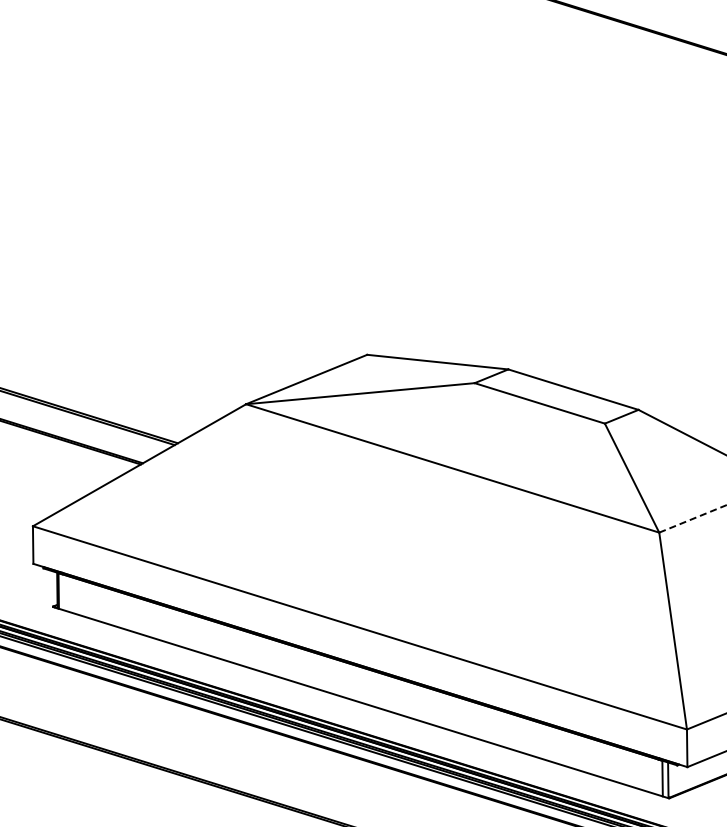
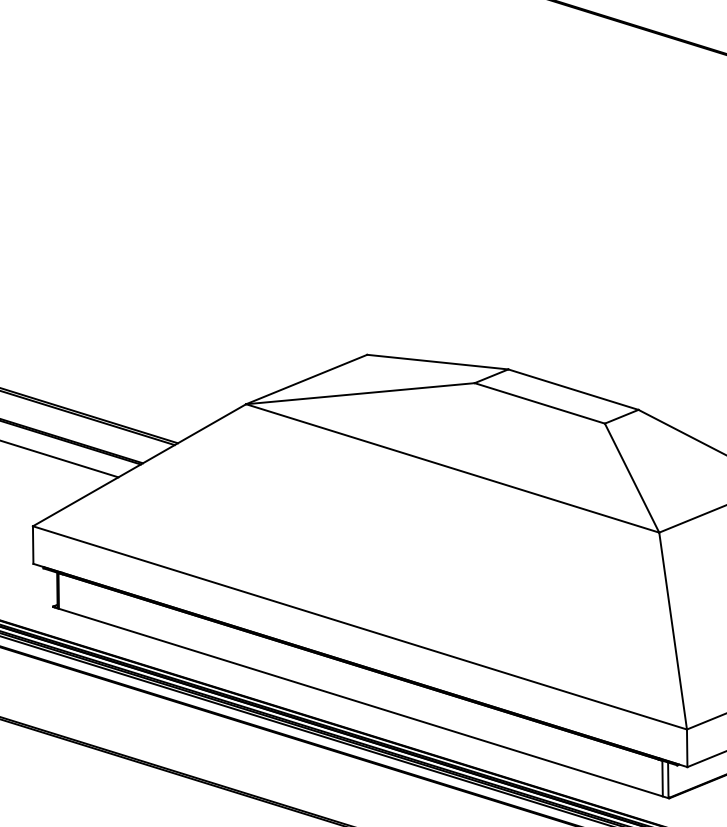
line at (60, 459): none -> present
line at (693, 518): dashed -> solid
